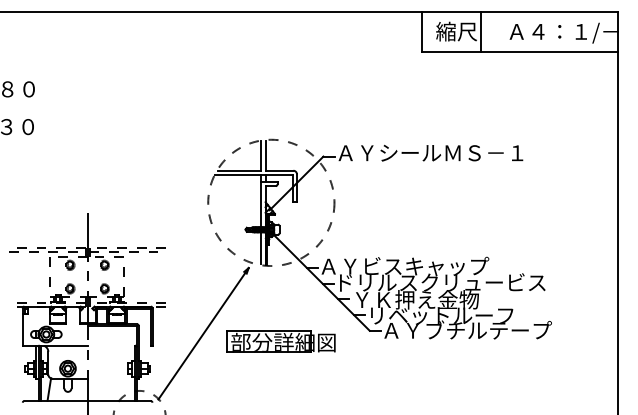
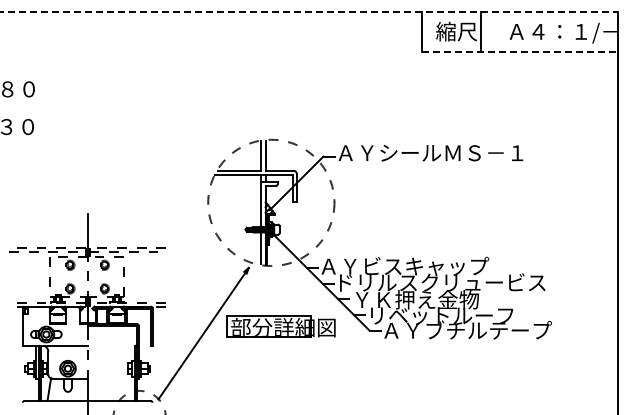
line at (309, 12): solid -> dashed
line at (520, 51): solid -> dashed
part at (280, 341) position: (280, 341) -> (280, 326)
